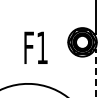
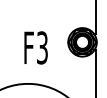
text at (42, 47): F1 -> F3
line at (95, 73): dashed -> solid
